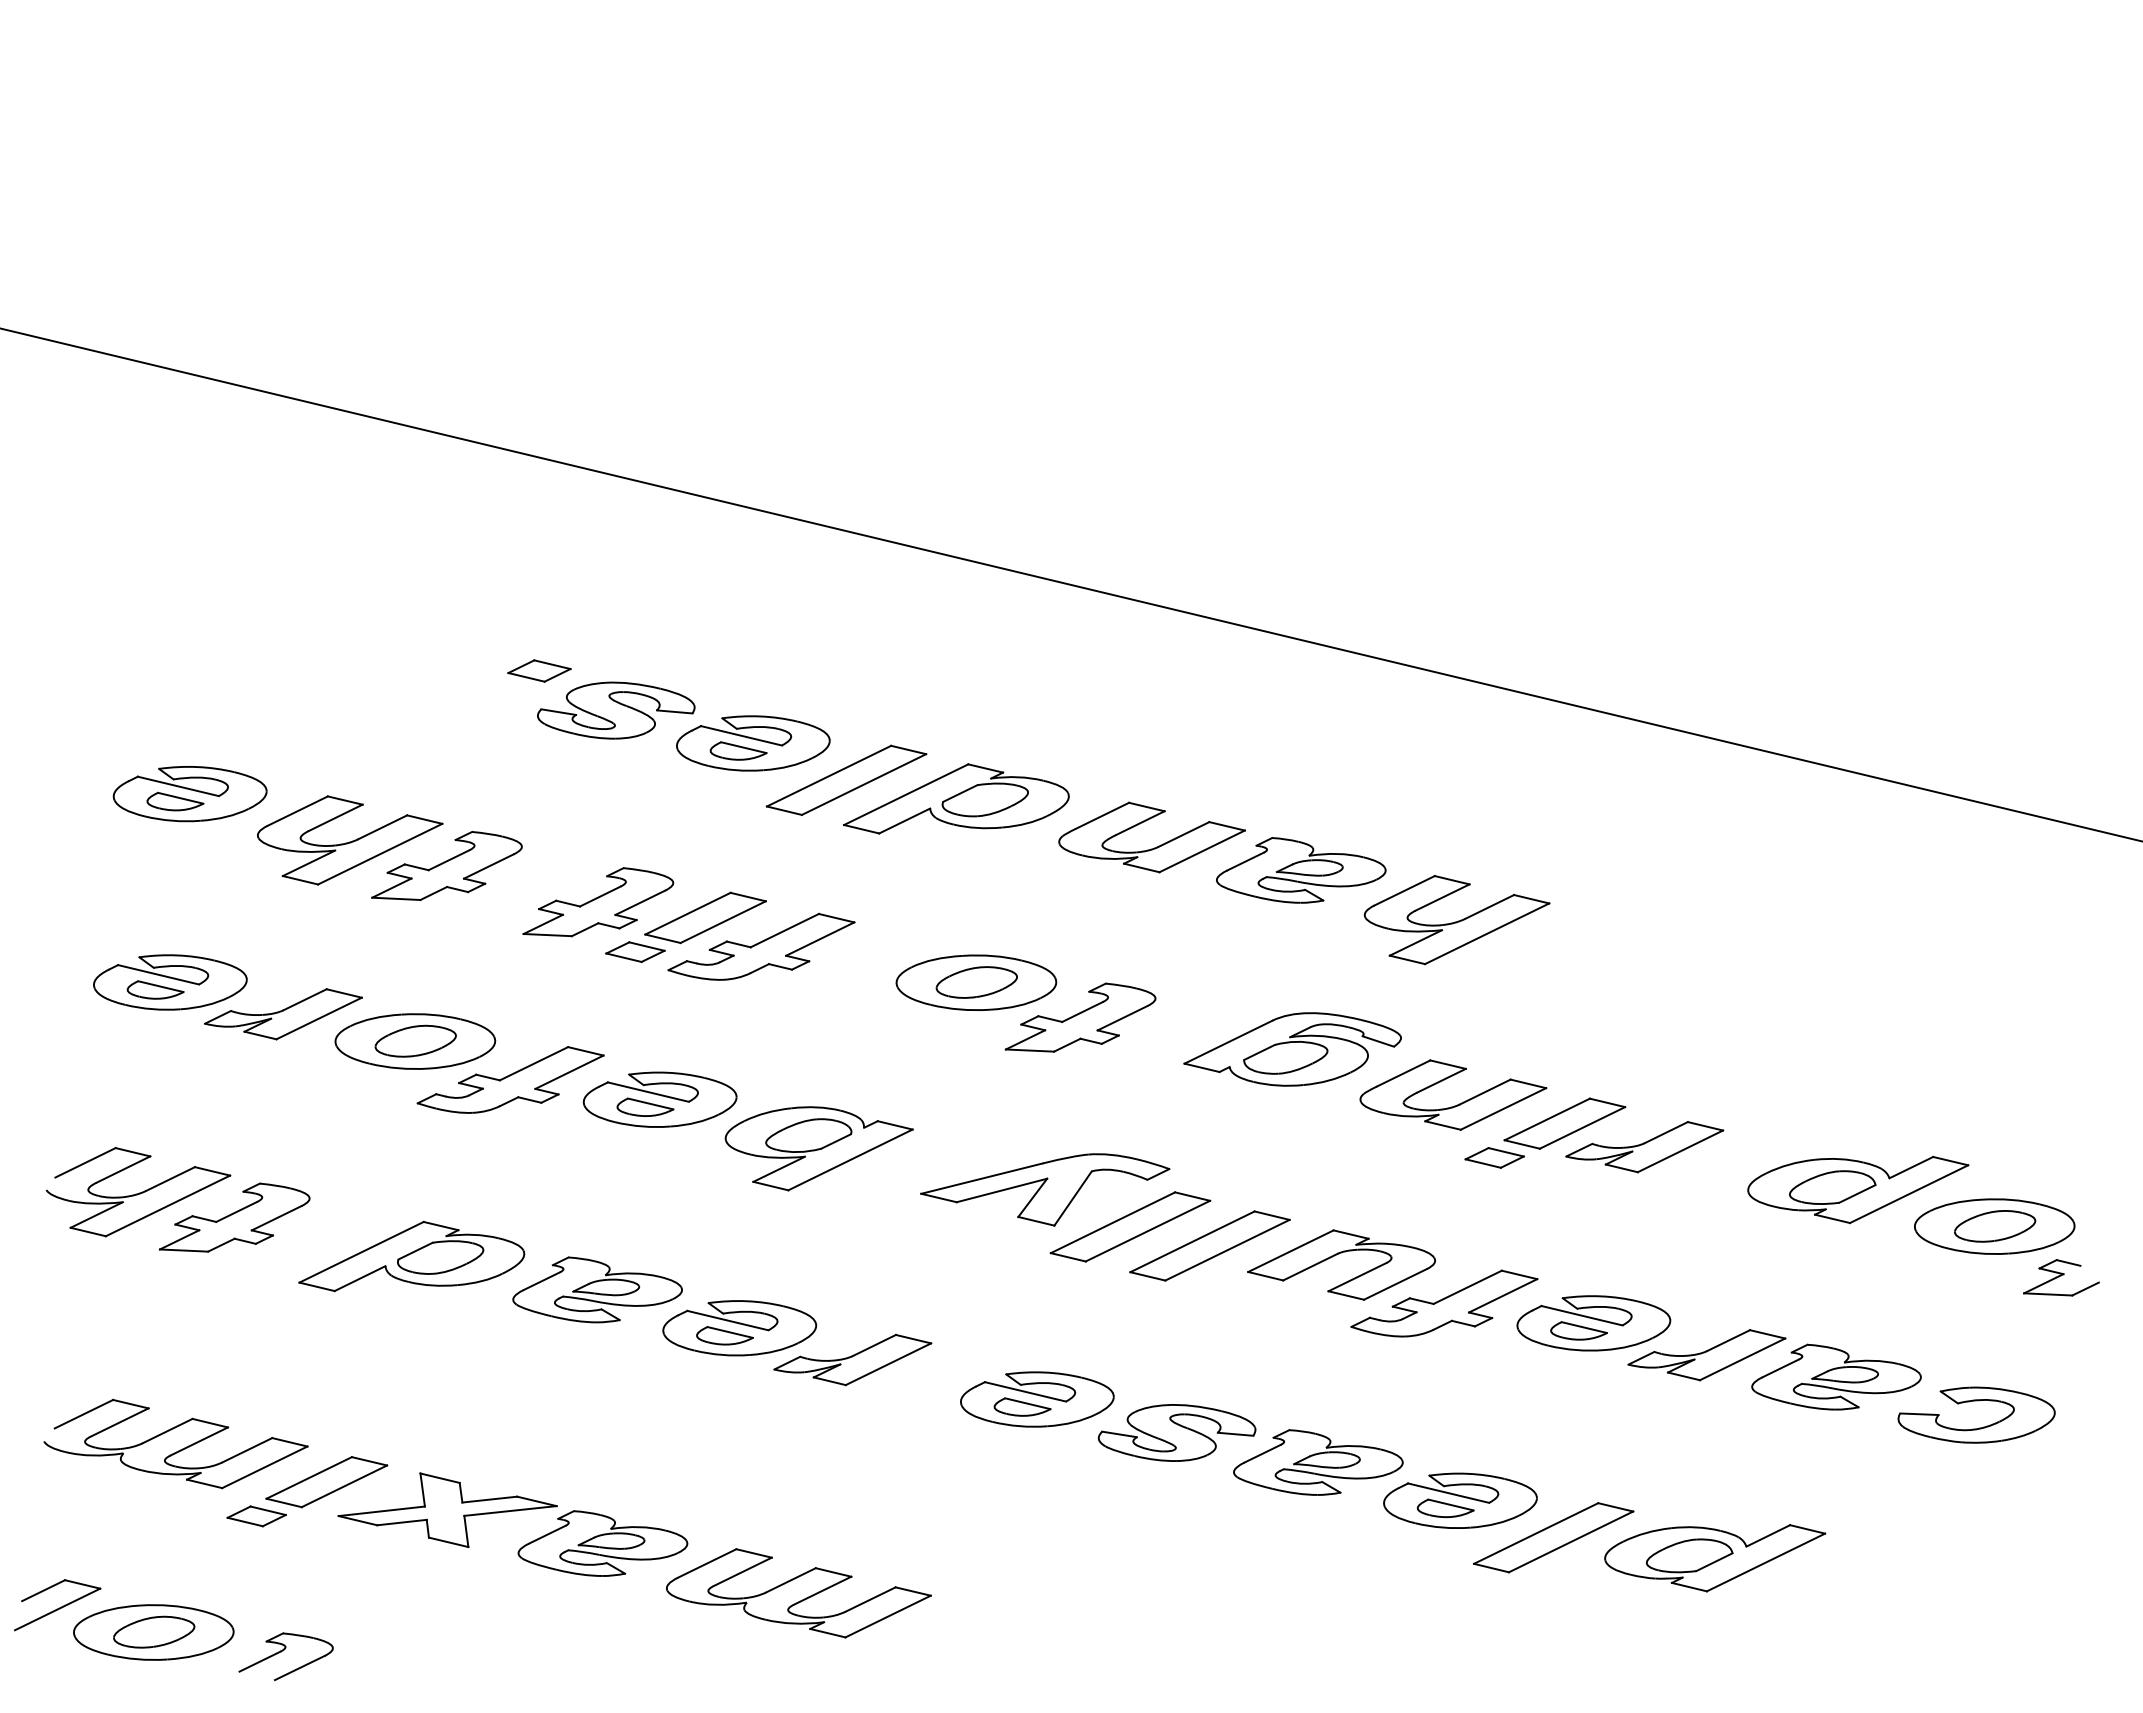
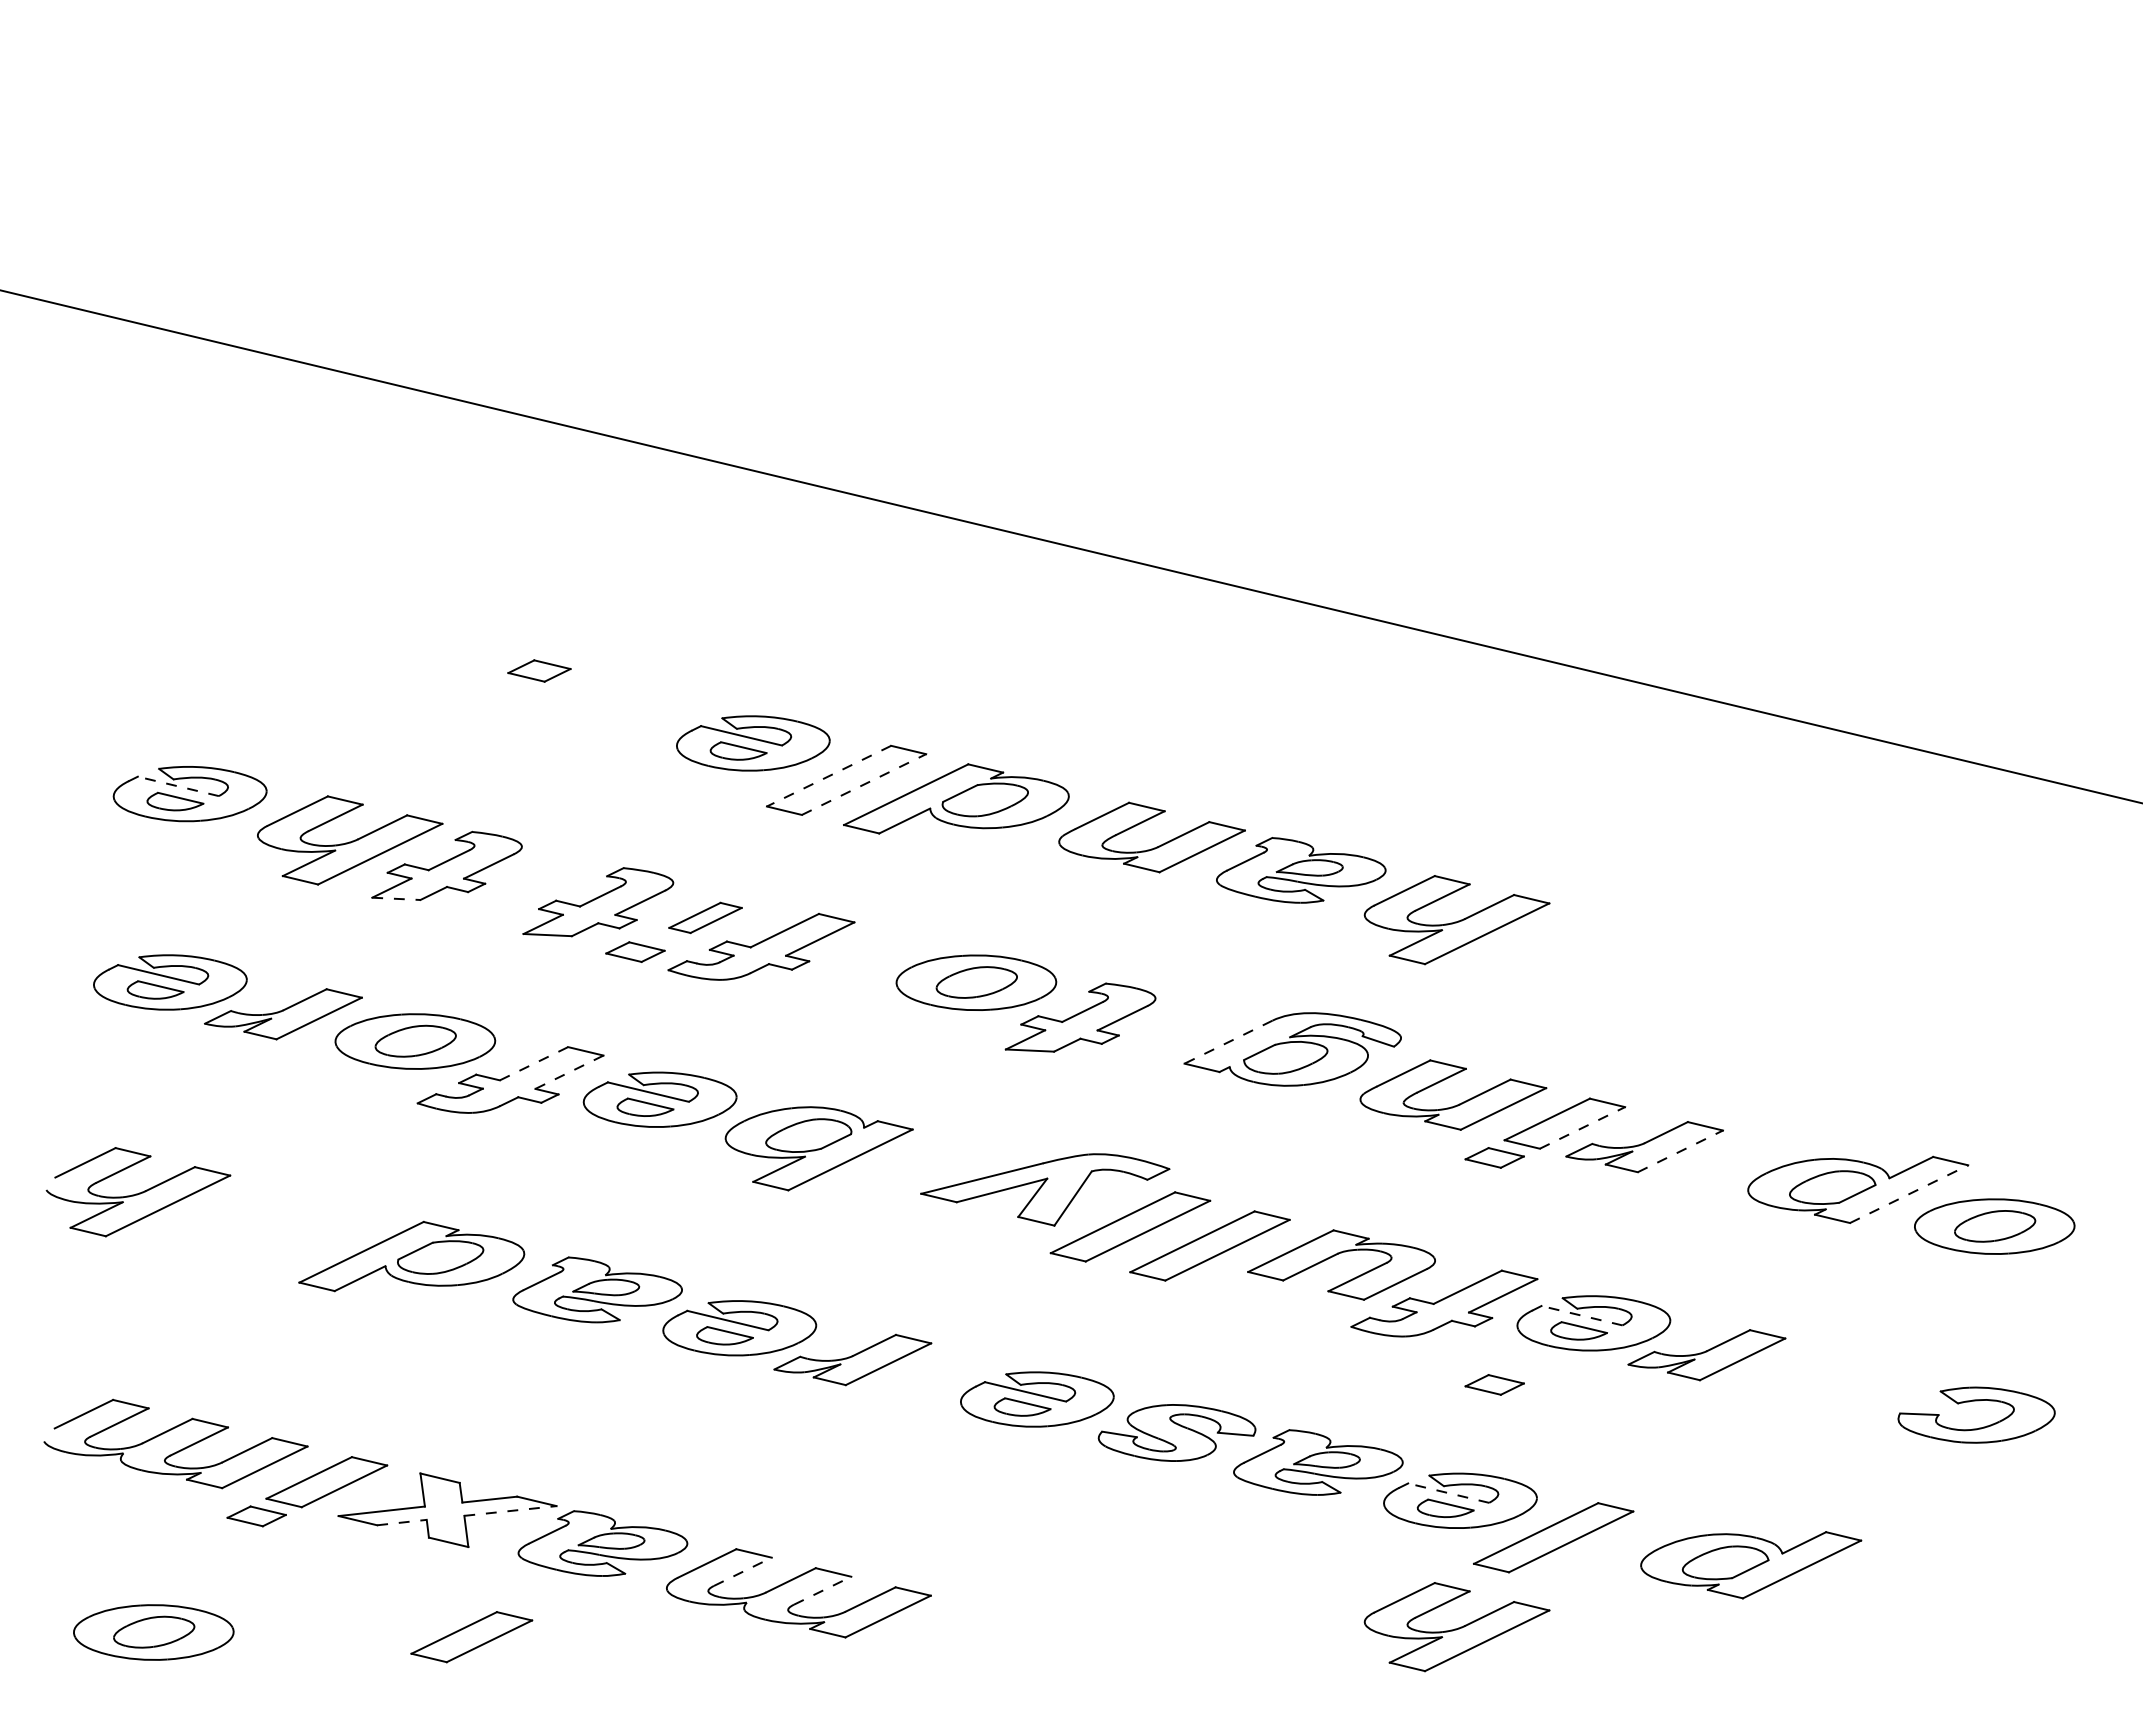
line at (1070, 584) position: (1070, 584) -> (1070, 546)
part at (616, 710): present -> none
line at (828, 776): solid -> dashed
line at (864, 784): solid -> dashed
line at (178, 786): solid -> dashed
line at (396, 898): solid -> dashed
part at (705, 917) size: 123x54 px -> 75x34 px
line at (1228, 1042): solid -> dashed
line at (534, 1063): solid -> dashed
line at (569, 1072): solid -> dashed
line at (1582, 1127): solid -> dashed
line at (1680, 1151): solid -> dashed
line at (1909, 1194): solid -> dashed
part at (234, 1217): present -> none
part at (2061, 1277): present -> none
line at (1582, 1315): solid -> dashed
part at (1836, 1376): present -> none
part at (1494, 1384): none -> present
line at (1448, 1493): solid -> dashed
line at (511, 1510): solid -> dashed
line at (402, 1522): solid -> dashed
part at (1715, 1558) position: (1715, 1558) -> (1751, 1565)
line at (743, 1571): solid -> dashed
line at (822, 1590): solid -> dashed
part at (57, 1605): present -> none
part at (1456, 1627): none -> present
part at (471, 1637): none -> present
part at (285, 1656): present -> none
